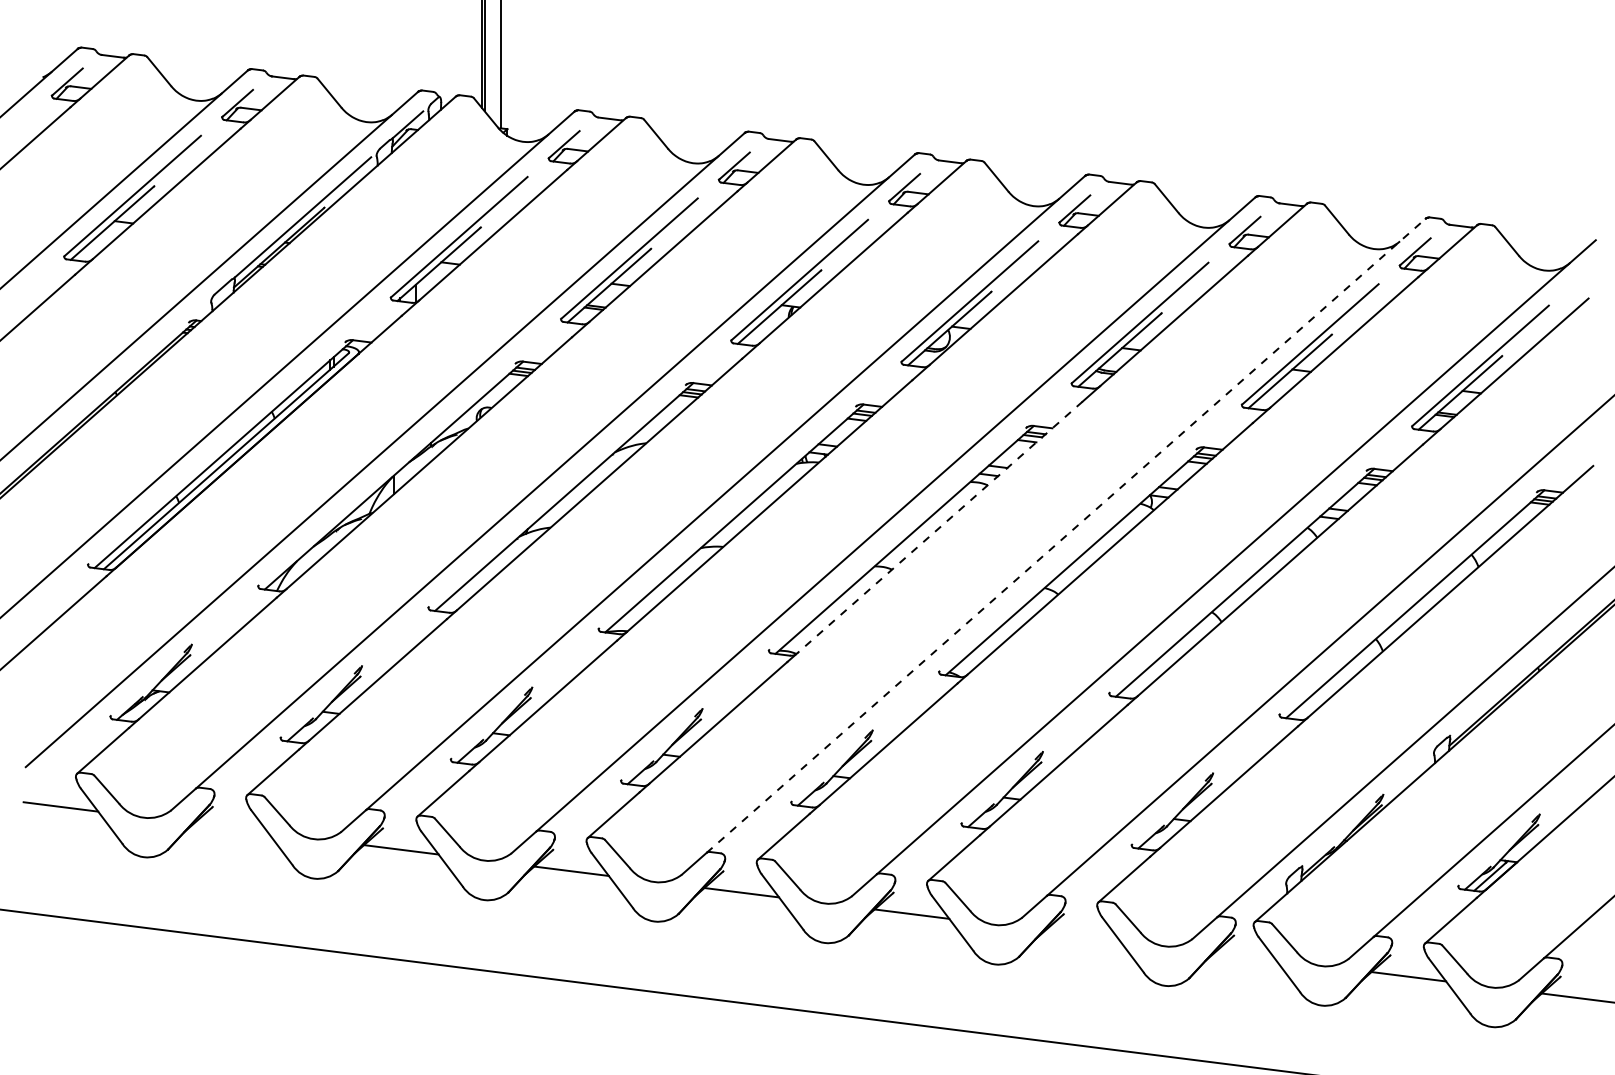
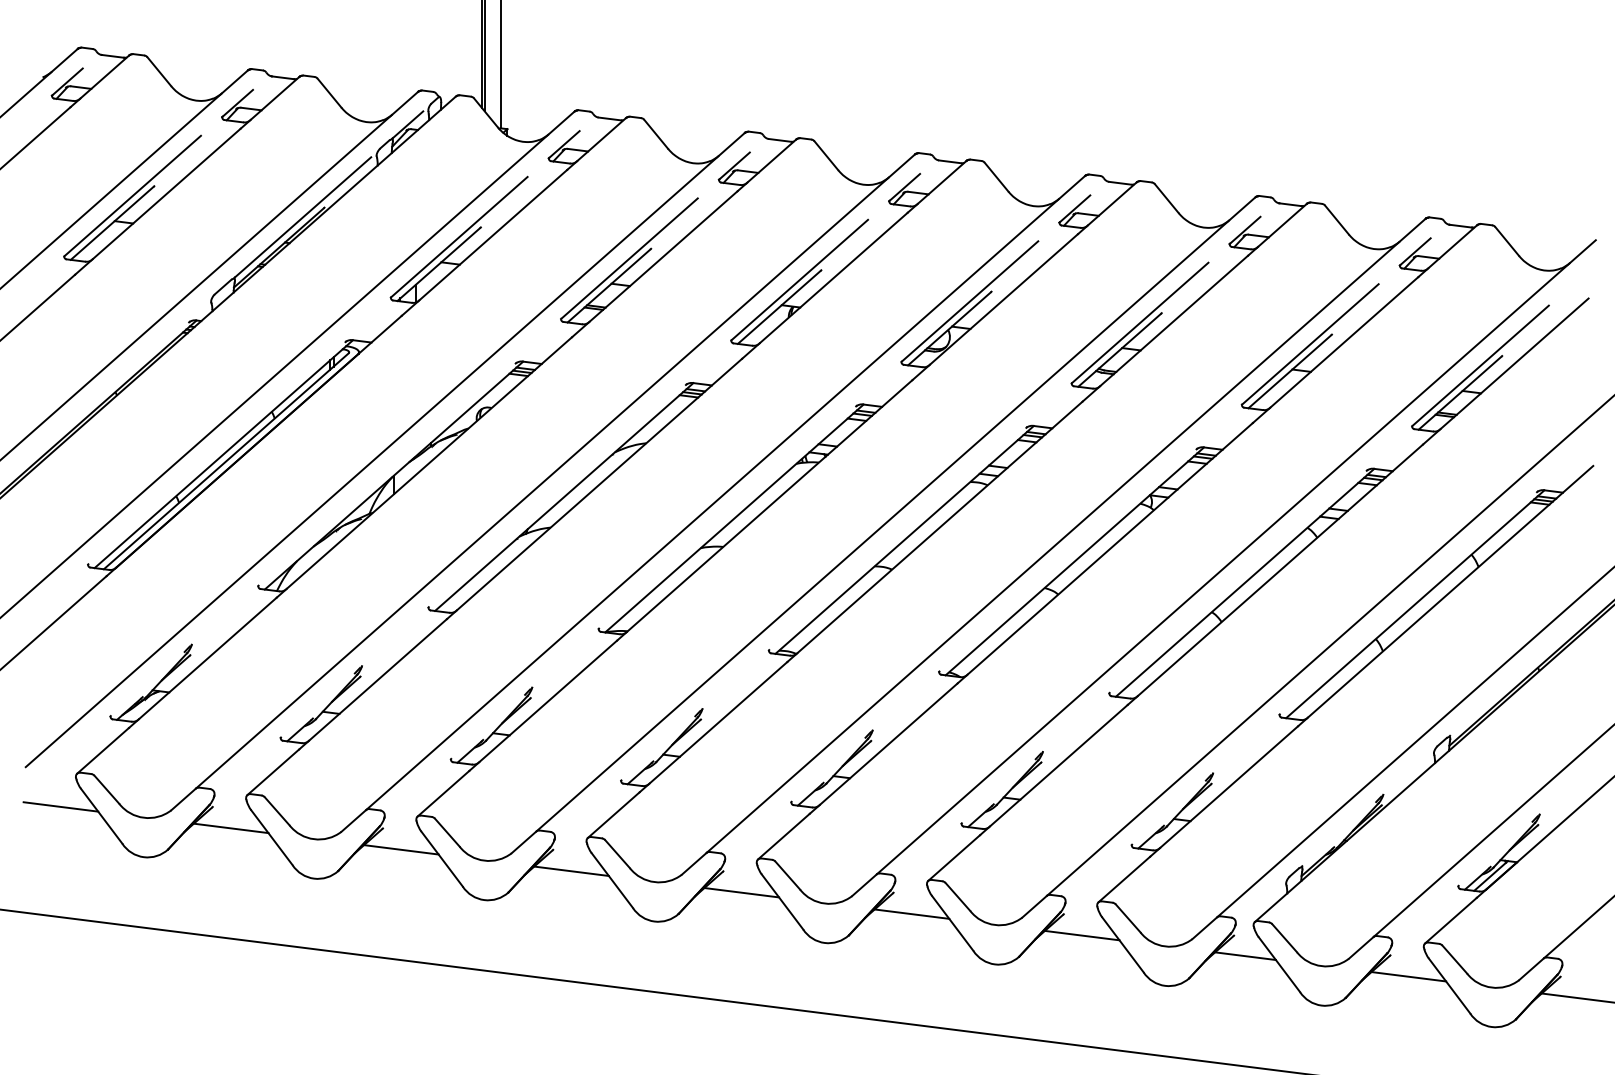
line at (939, 527): dashed -> solid
line at (1066, 535): dashed -> solid
line at (230, 828): none -> present
line at (1081, 935): none -> present
line at (1245, 956): none -> present
